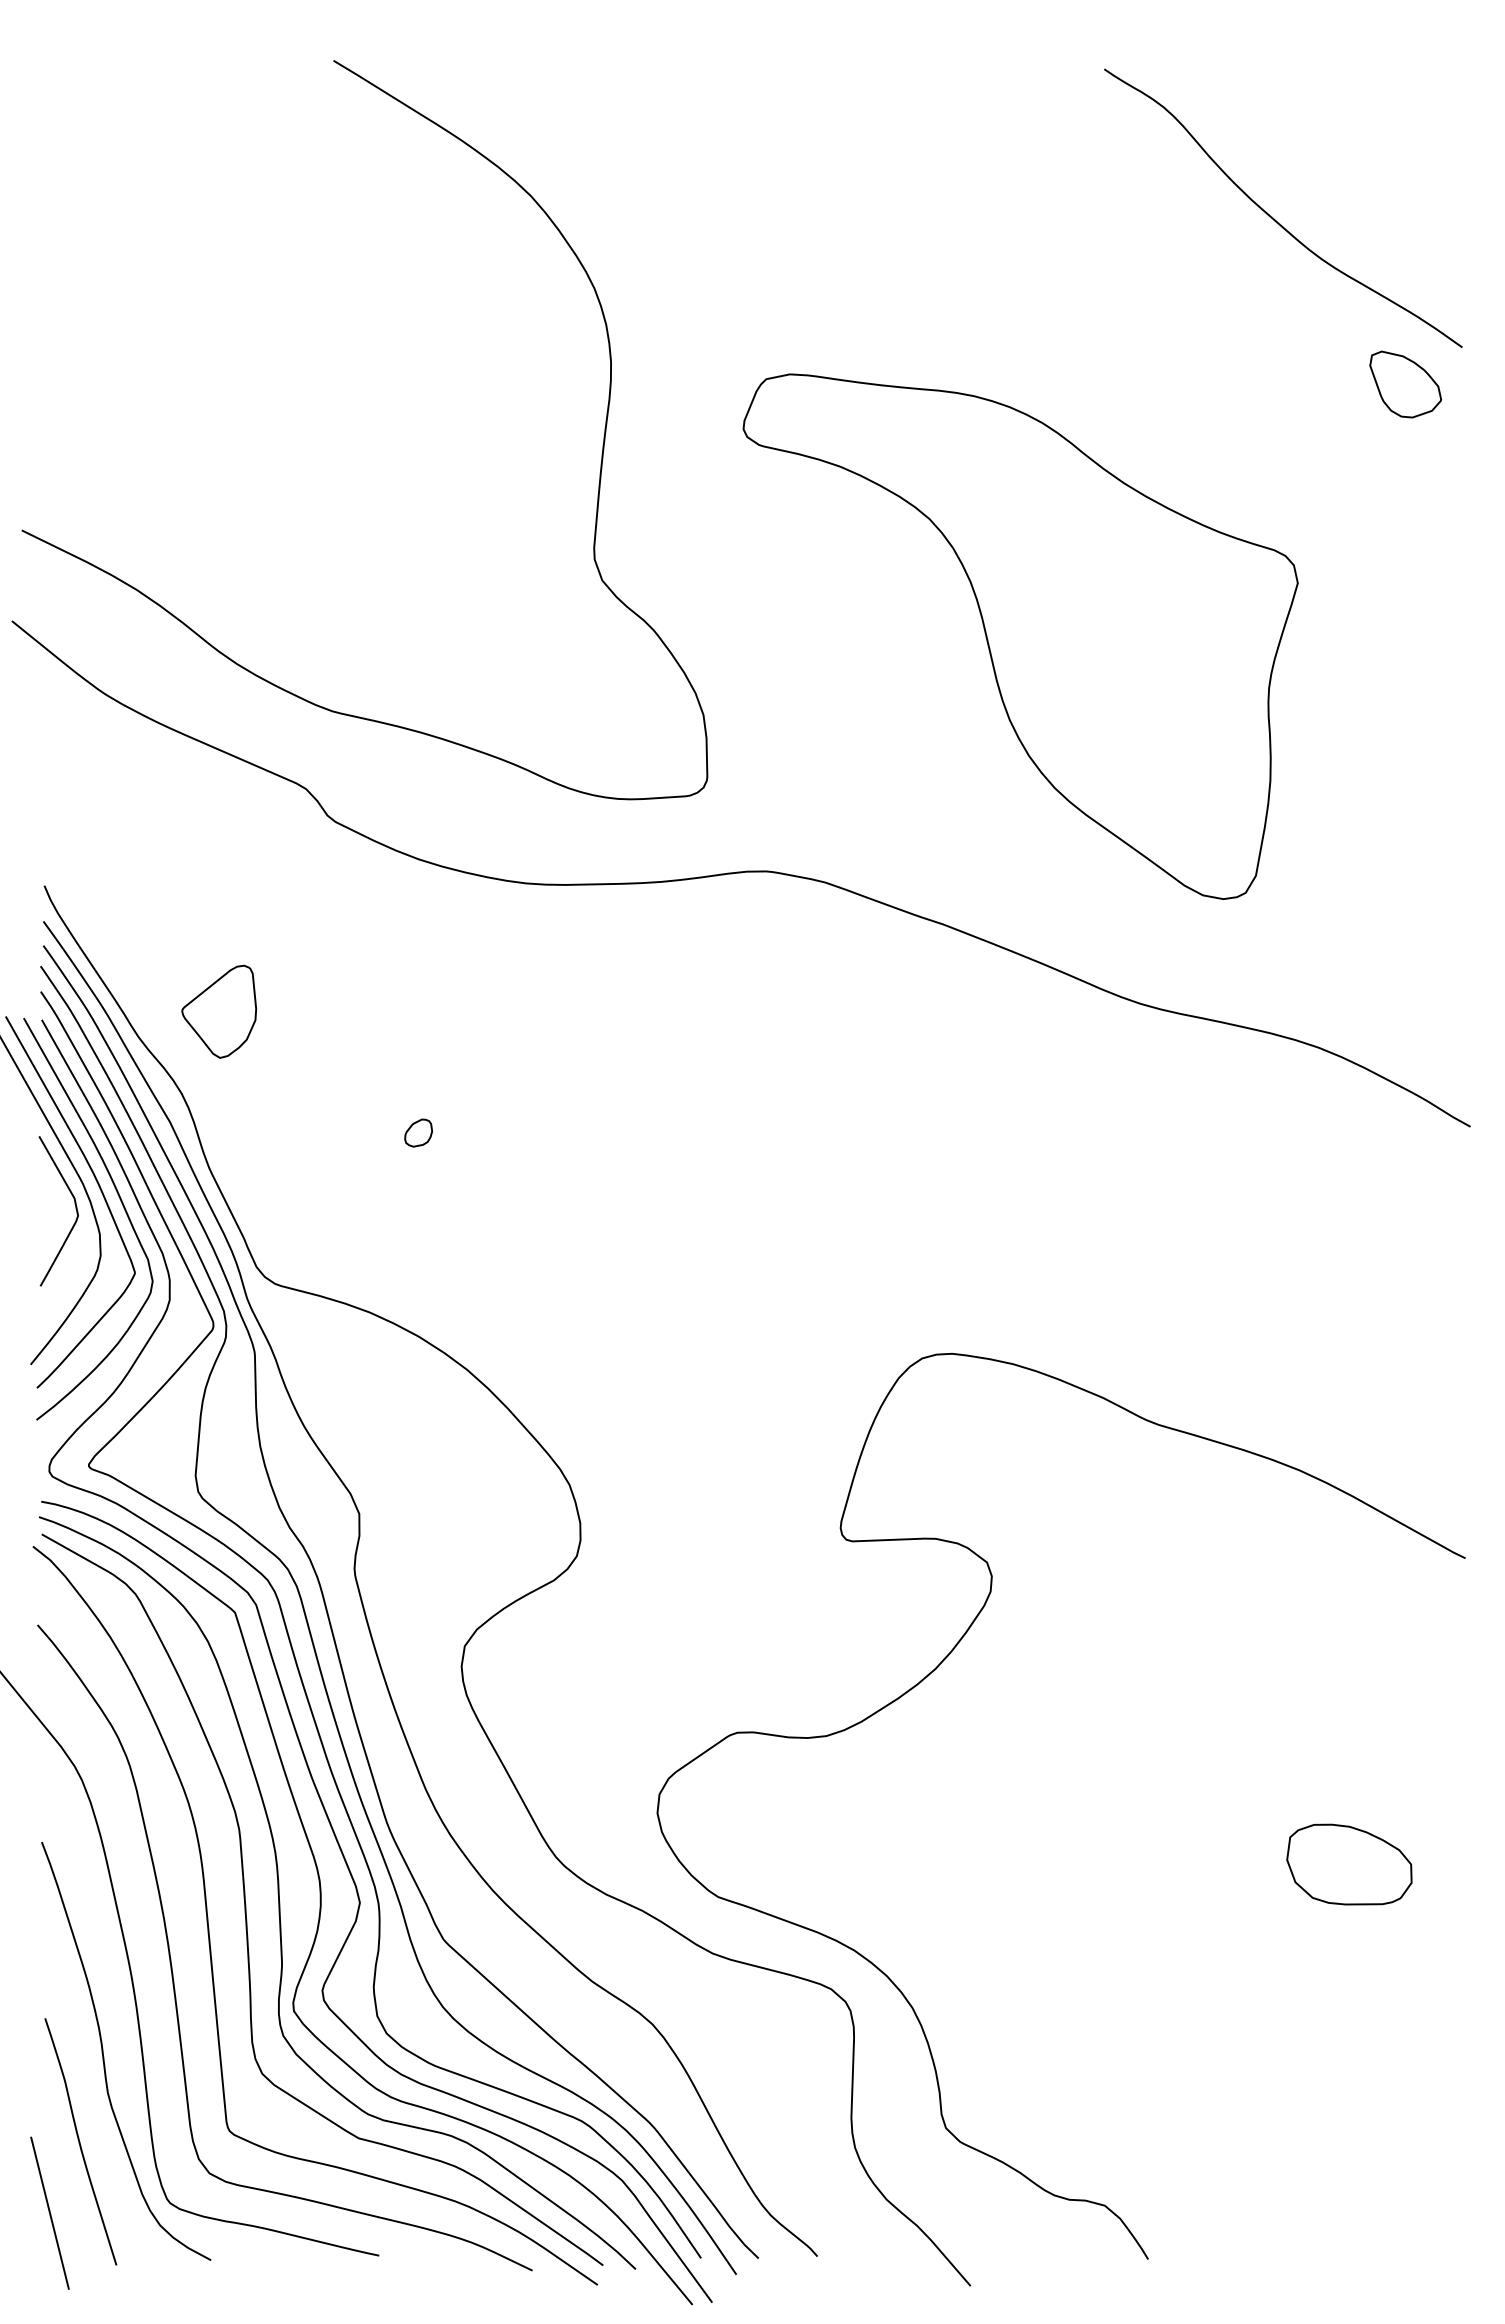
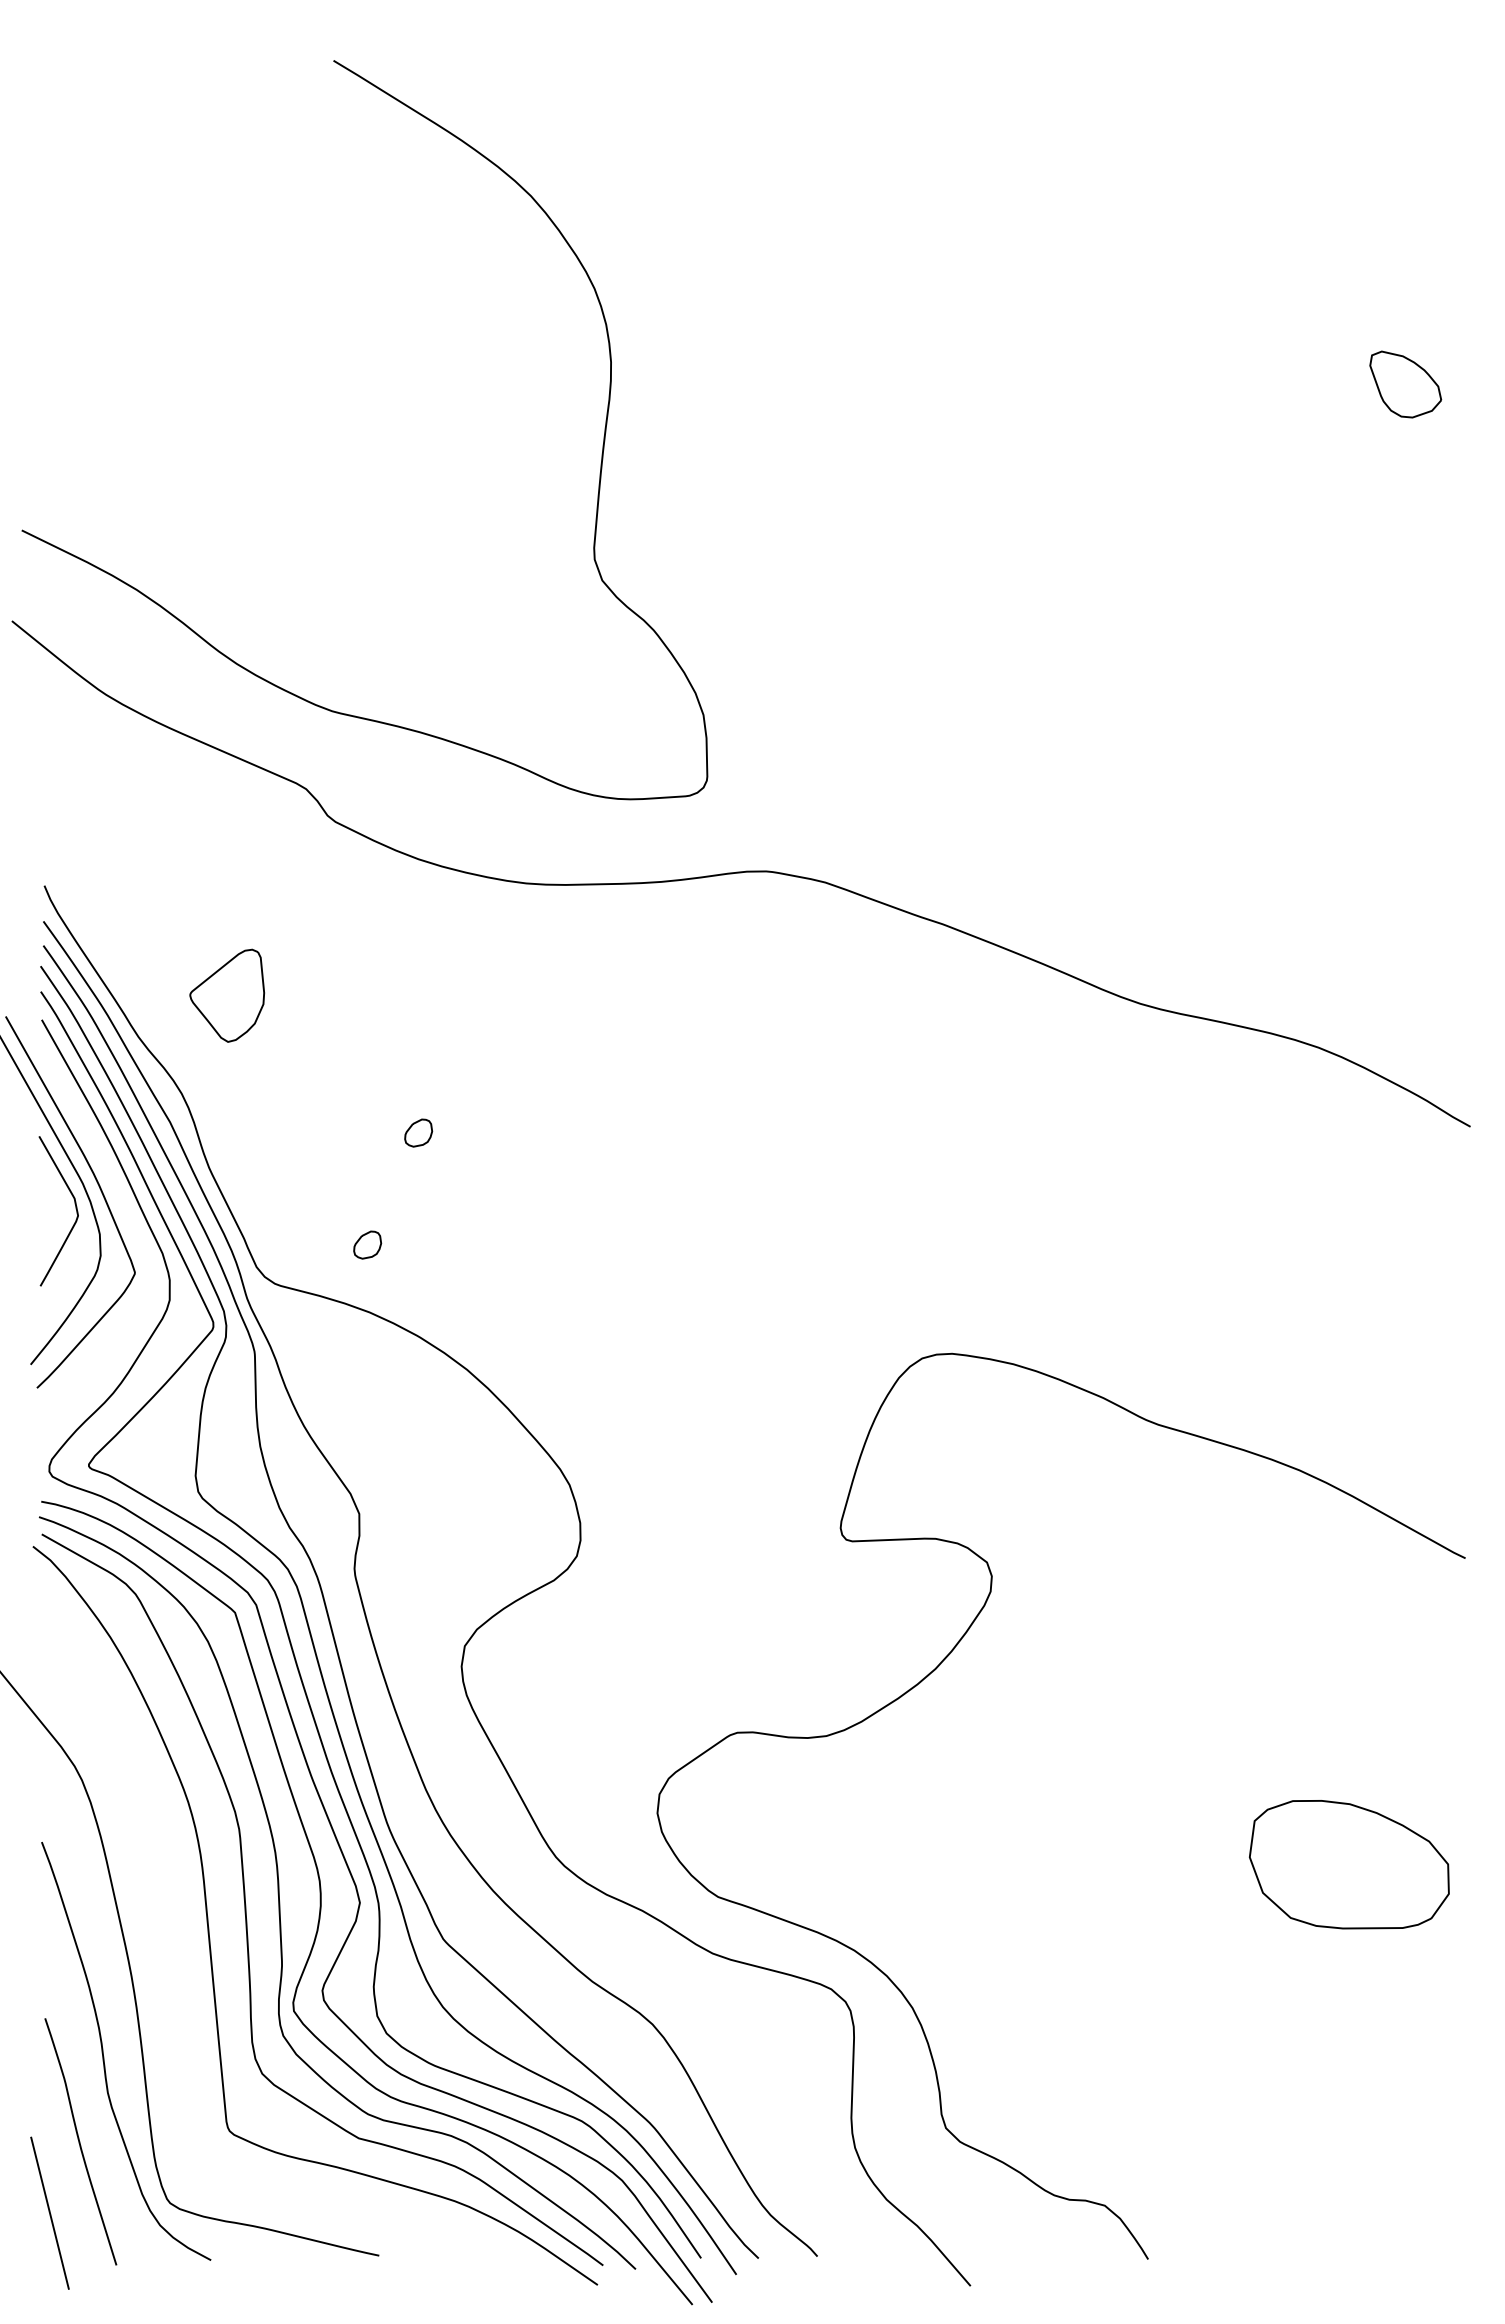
curve at (1273, 217): present -> none
part at (1020, 636): present -> none
part at (219, 1011) position: (219, 1011) -> (227, 995)
curve at (122, 1206): present -> none
part at (367, 1244): none -> present
part at (1349, 1864) size: 127x83 px -> 201x130 px
curve at (172, 1965): present -> none
